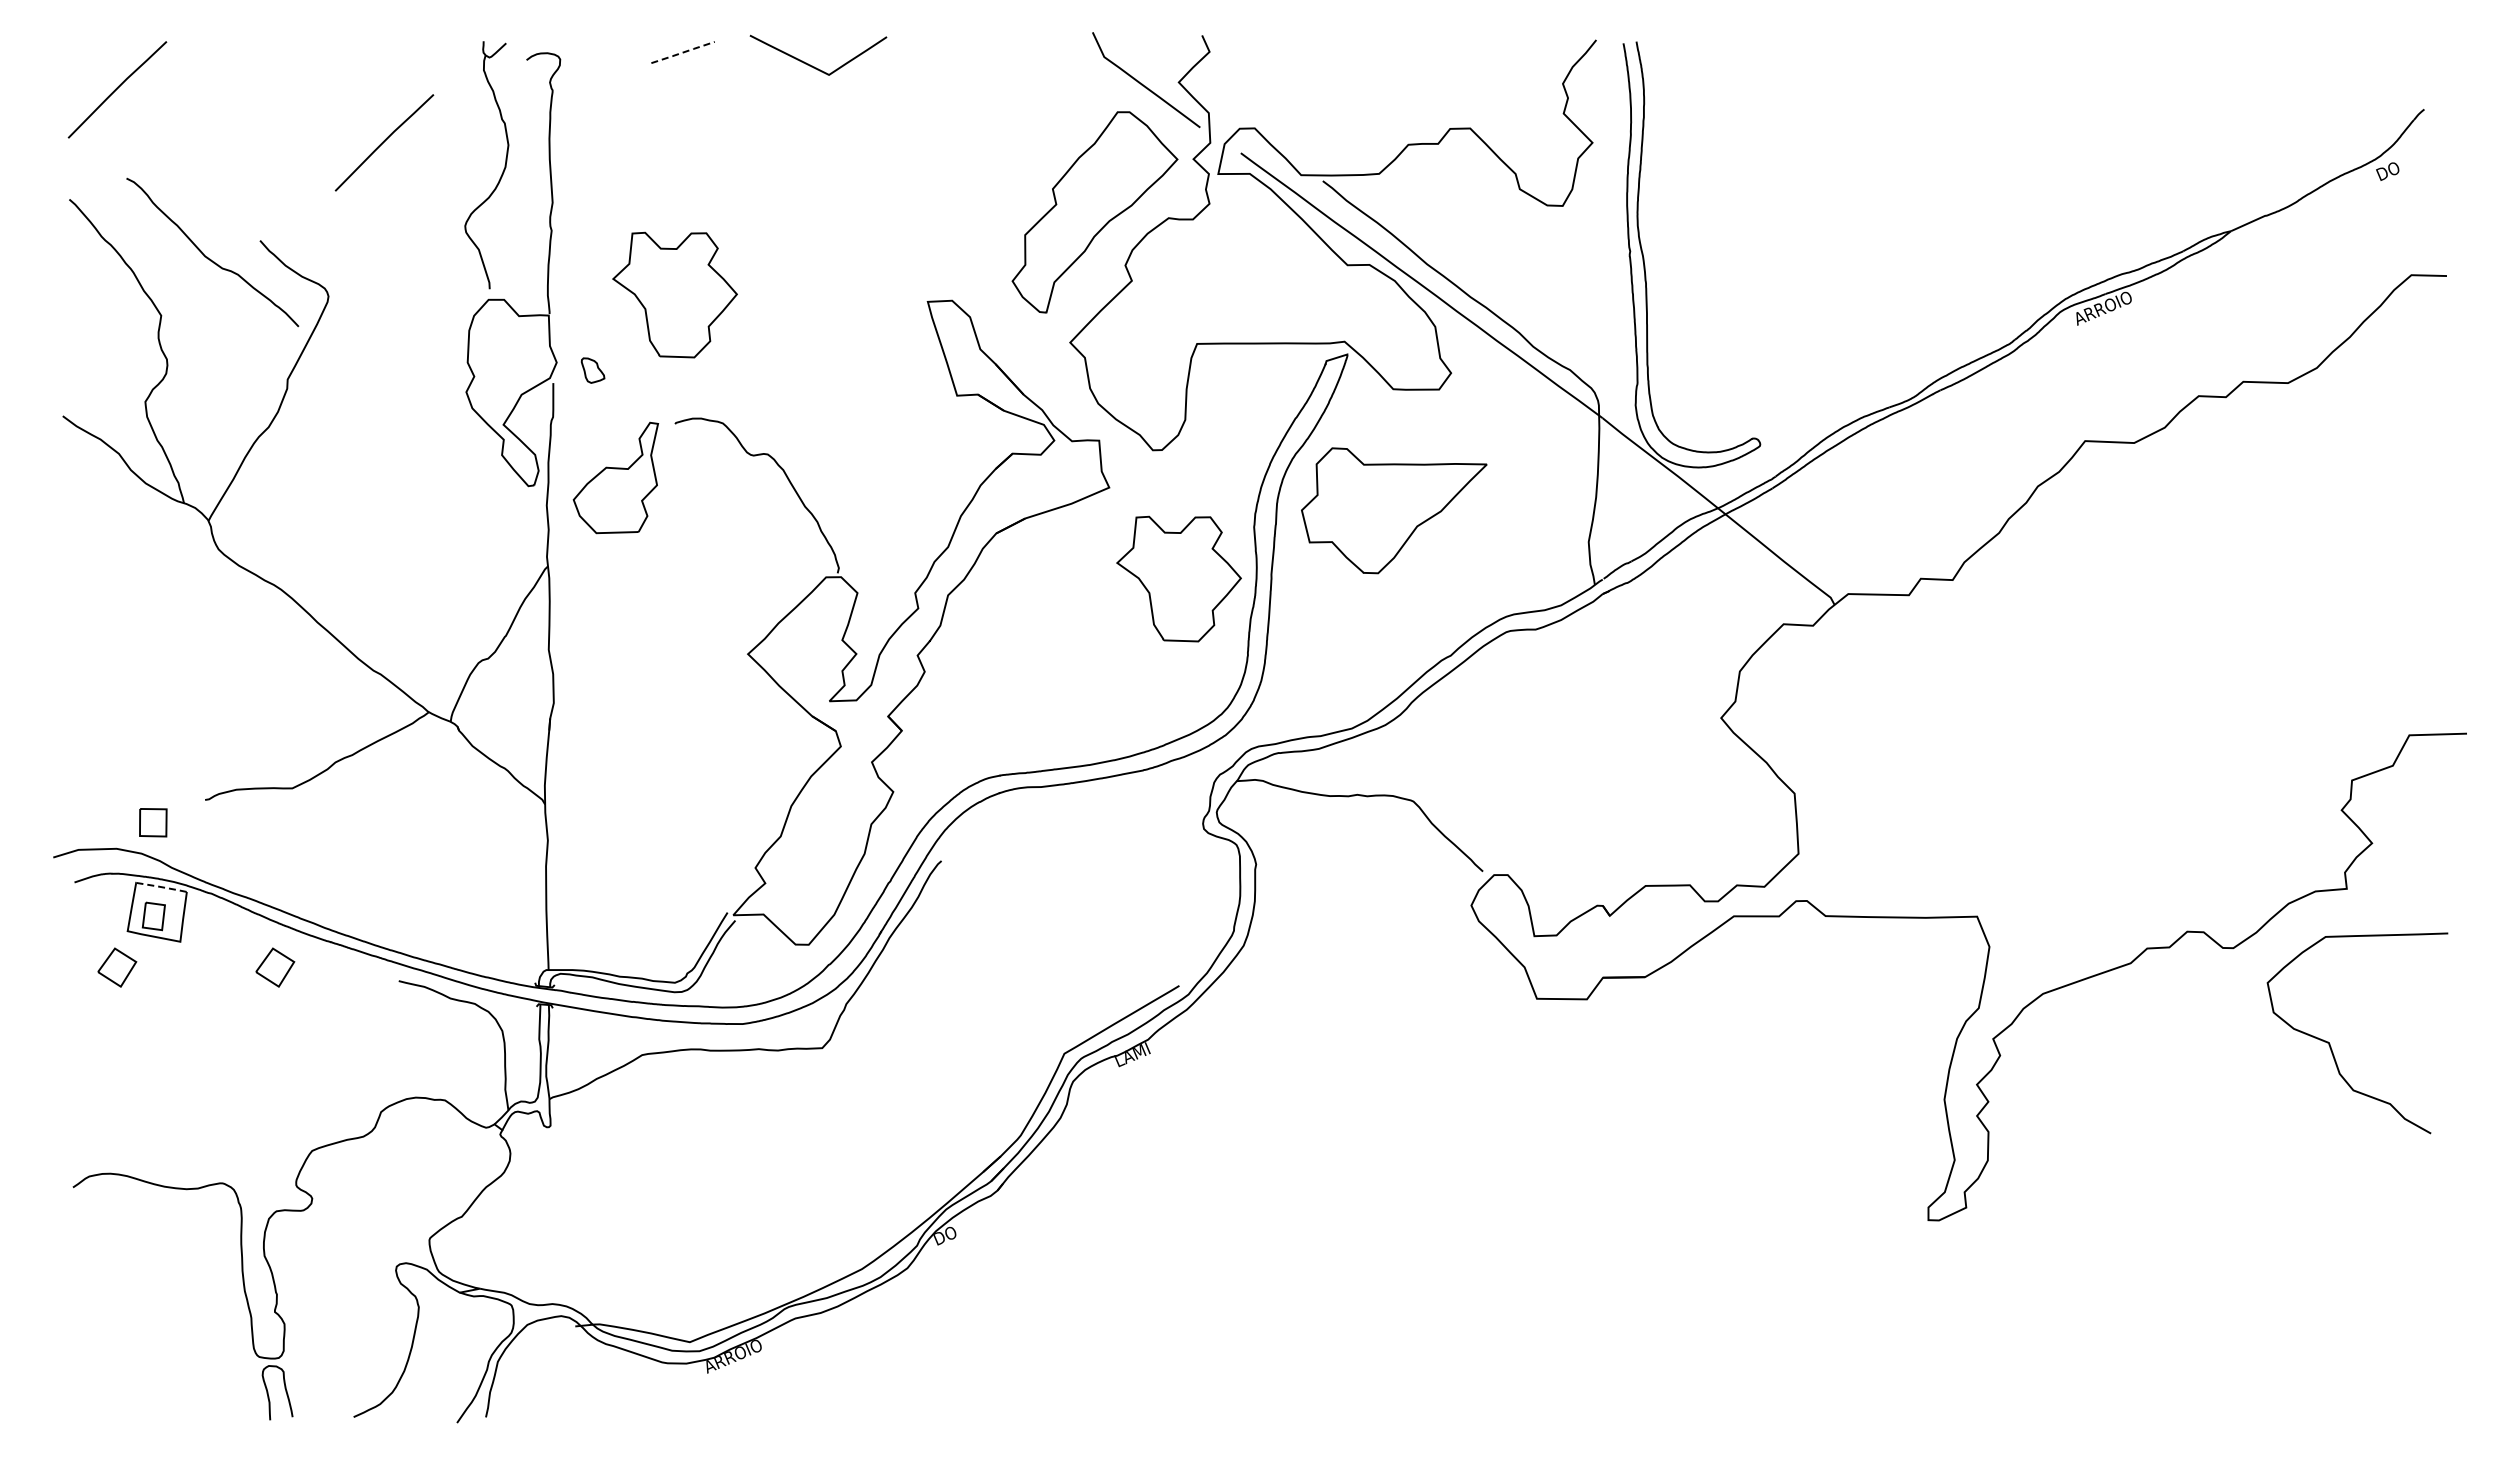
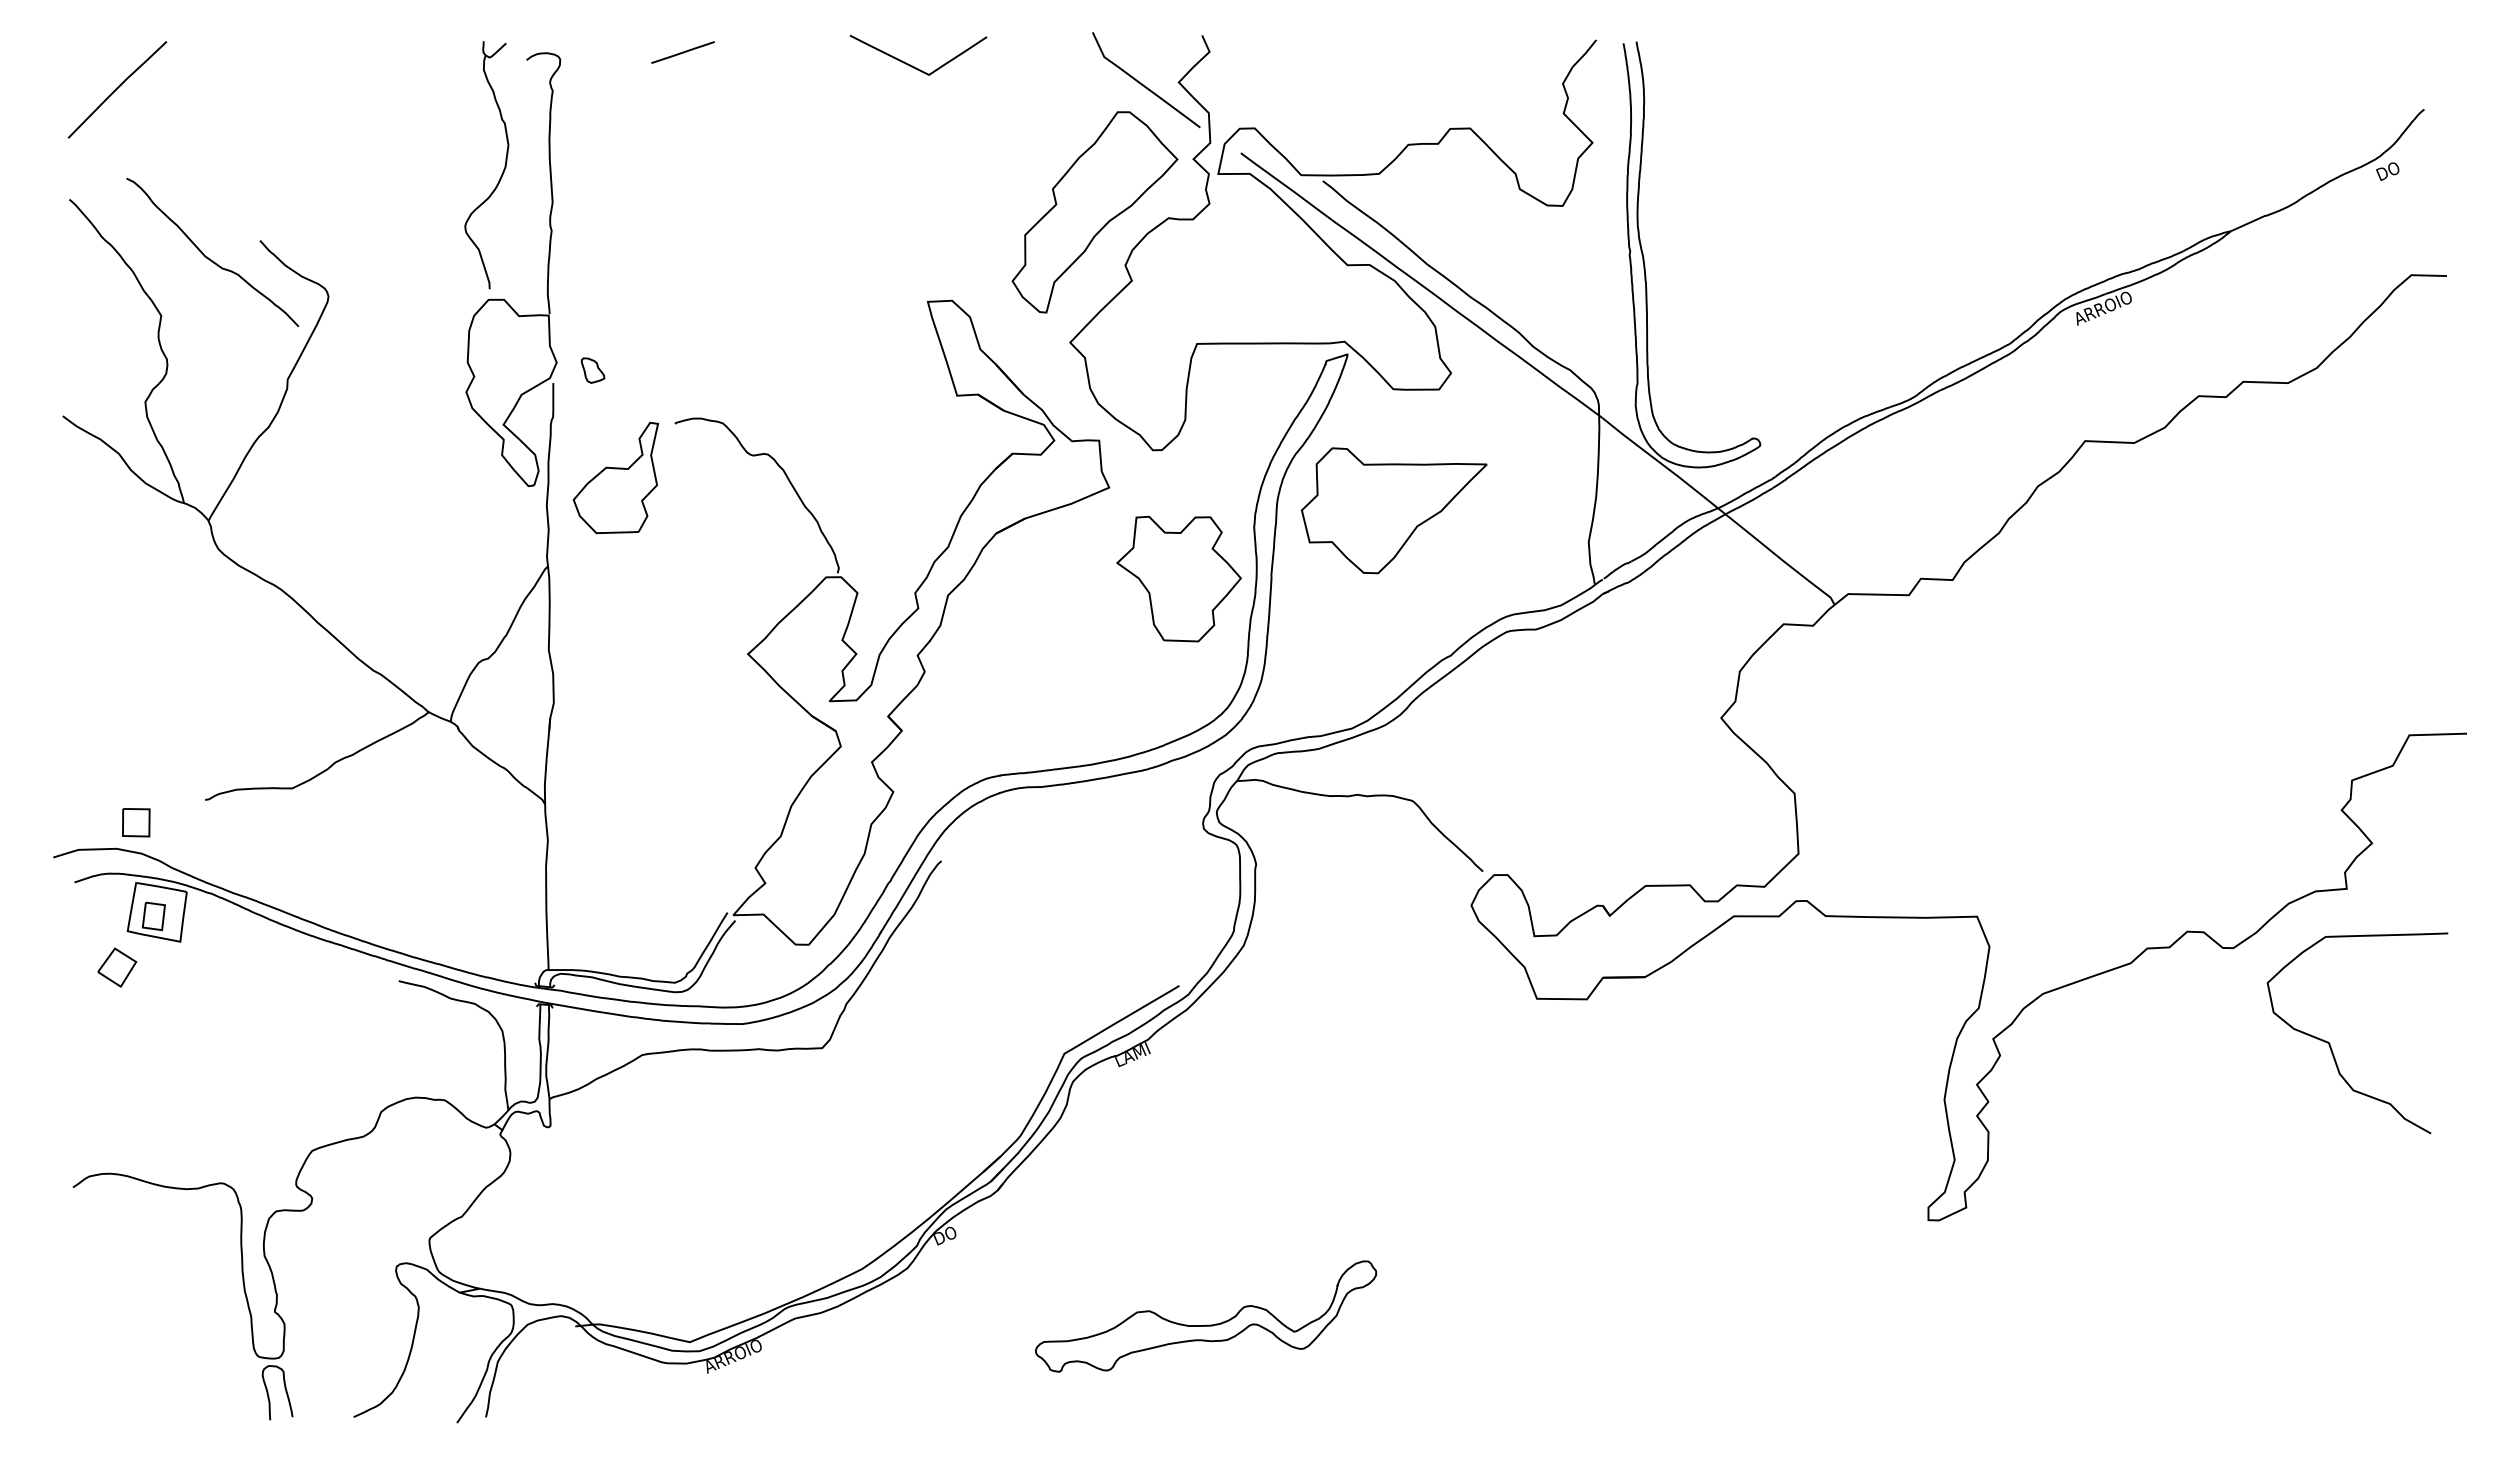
line at (683, 52): dashed -> solid
curve at (812, 65) position: (812, 65) -> (912, 65)
curve at (384, 142): present -> none
part at (674, 294): present -> none
part at (153, 822) position: (153, 822) -> (136, 822)
line at (162, 887): dashed -> solid
part at (275, 967): present -> none
part at (1206, 1324): none -> present
